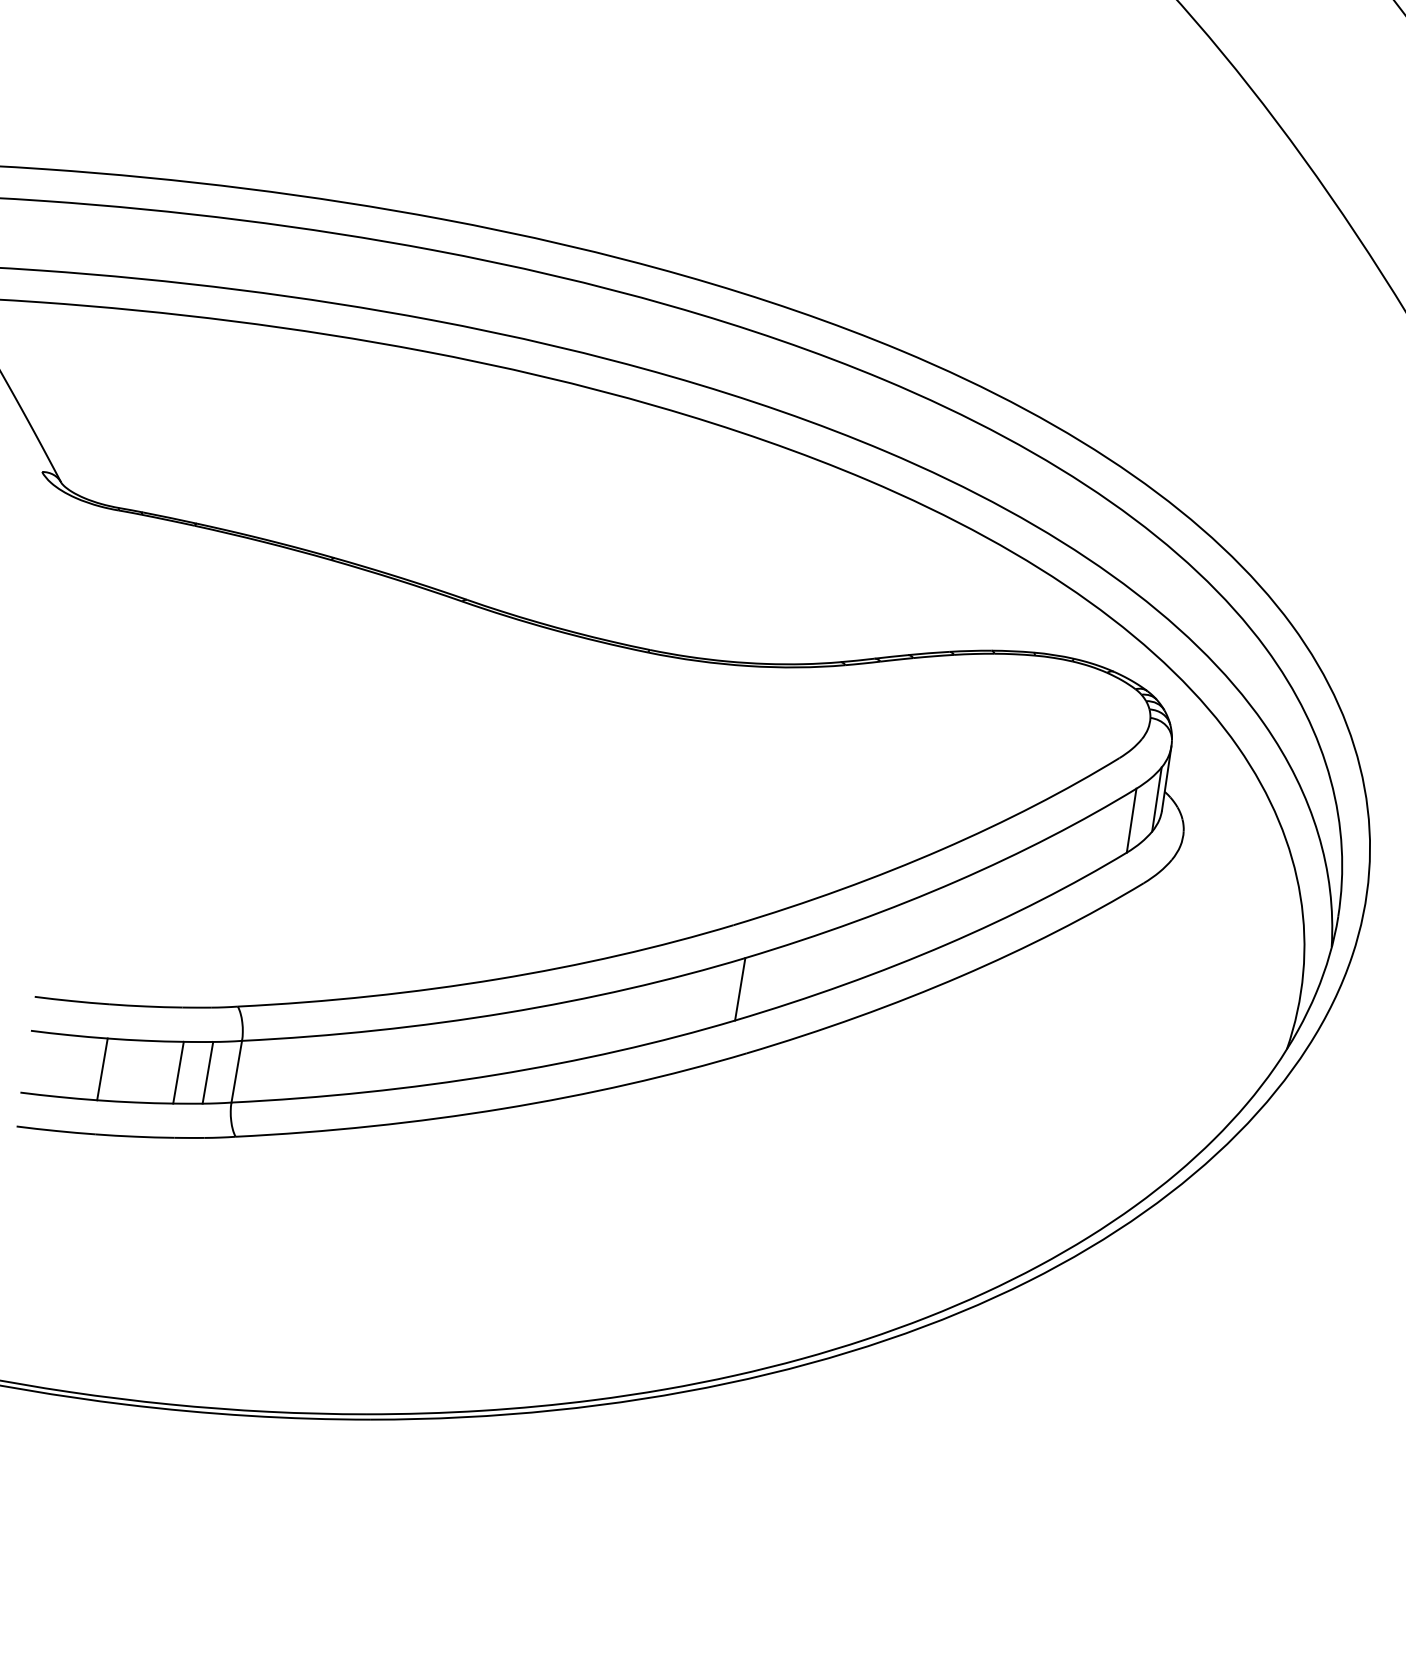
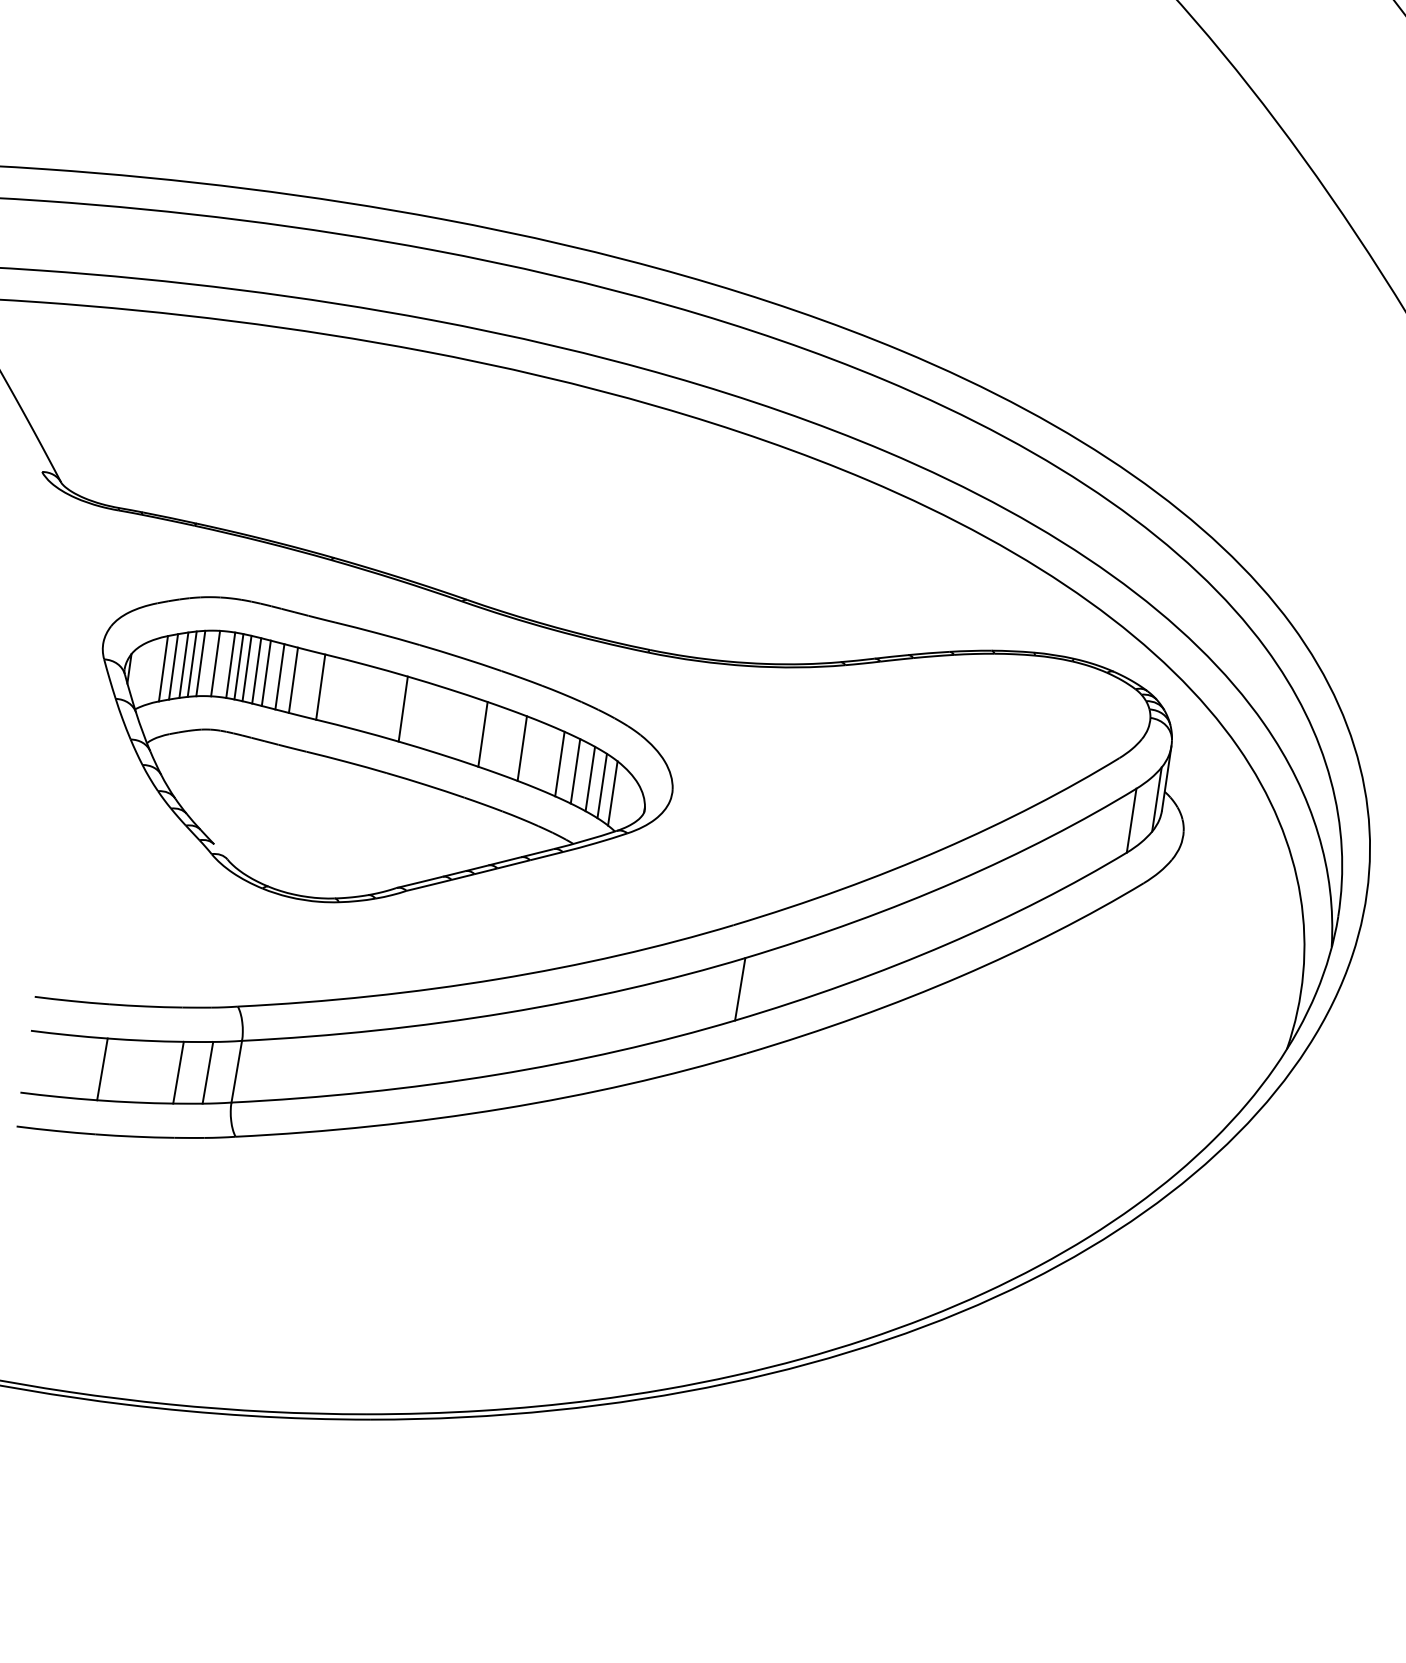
part at (387, 749): none -> present
